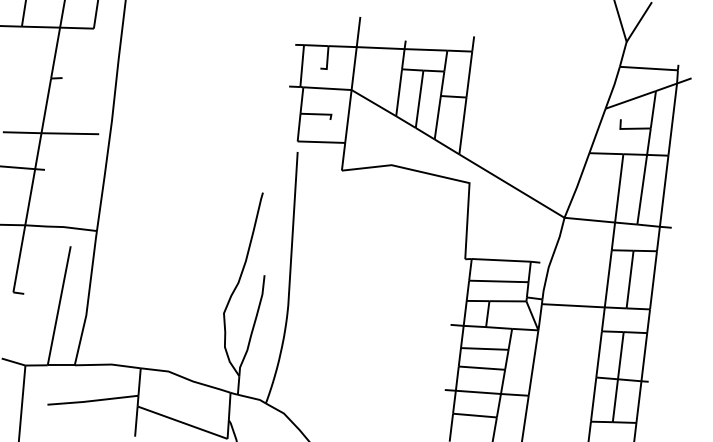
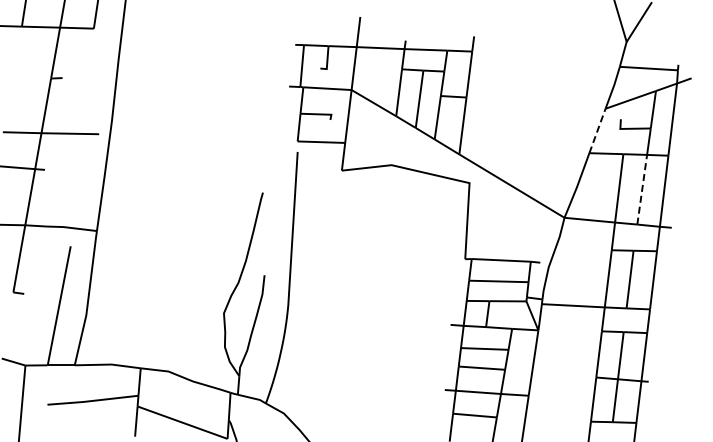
line at (597, 130): solid -> dashed
line at (642, 189): solid -> dashed
